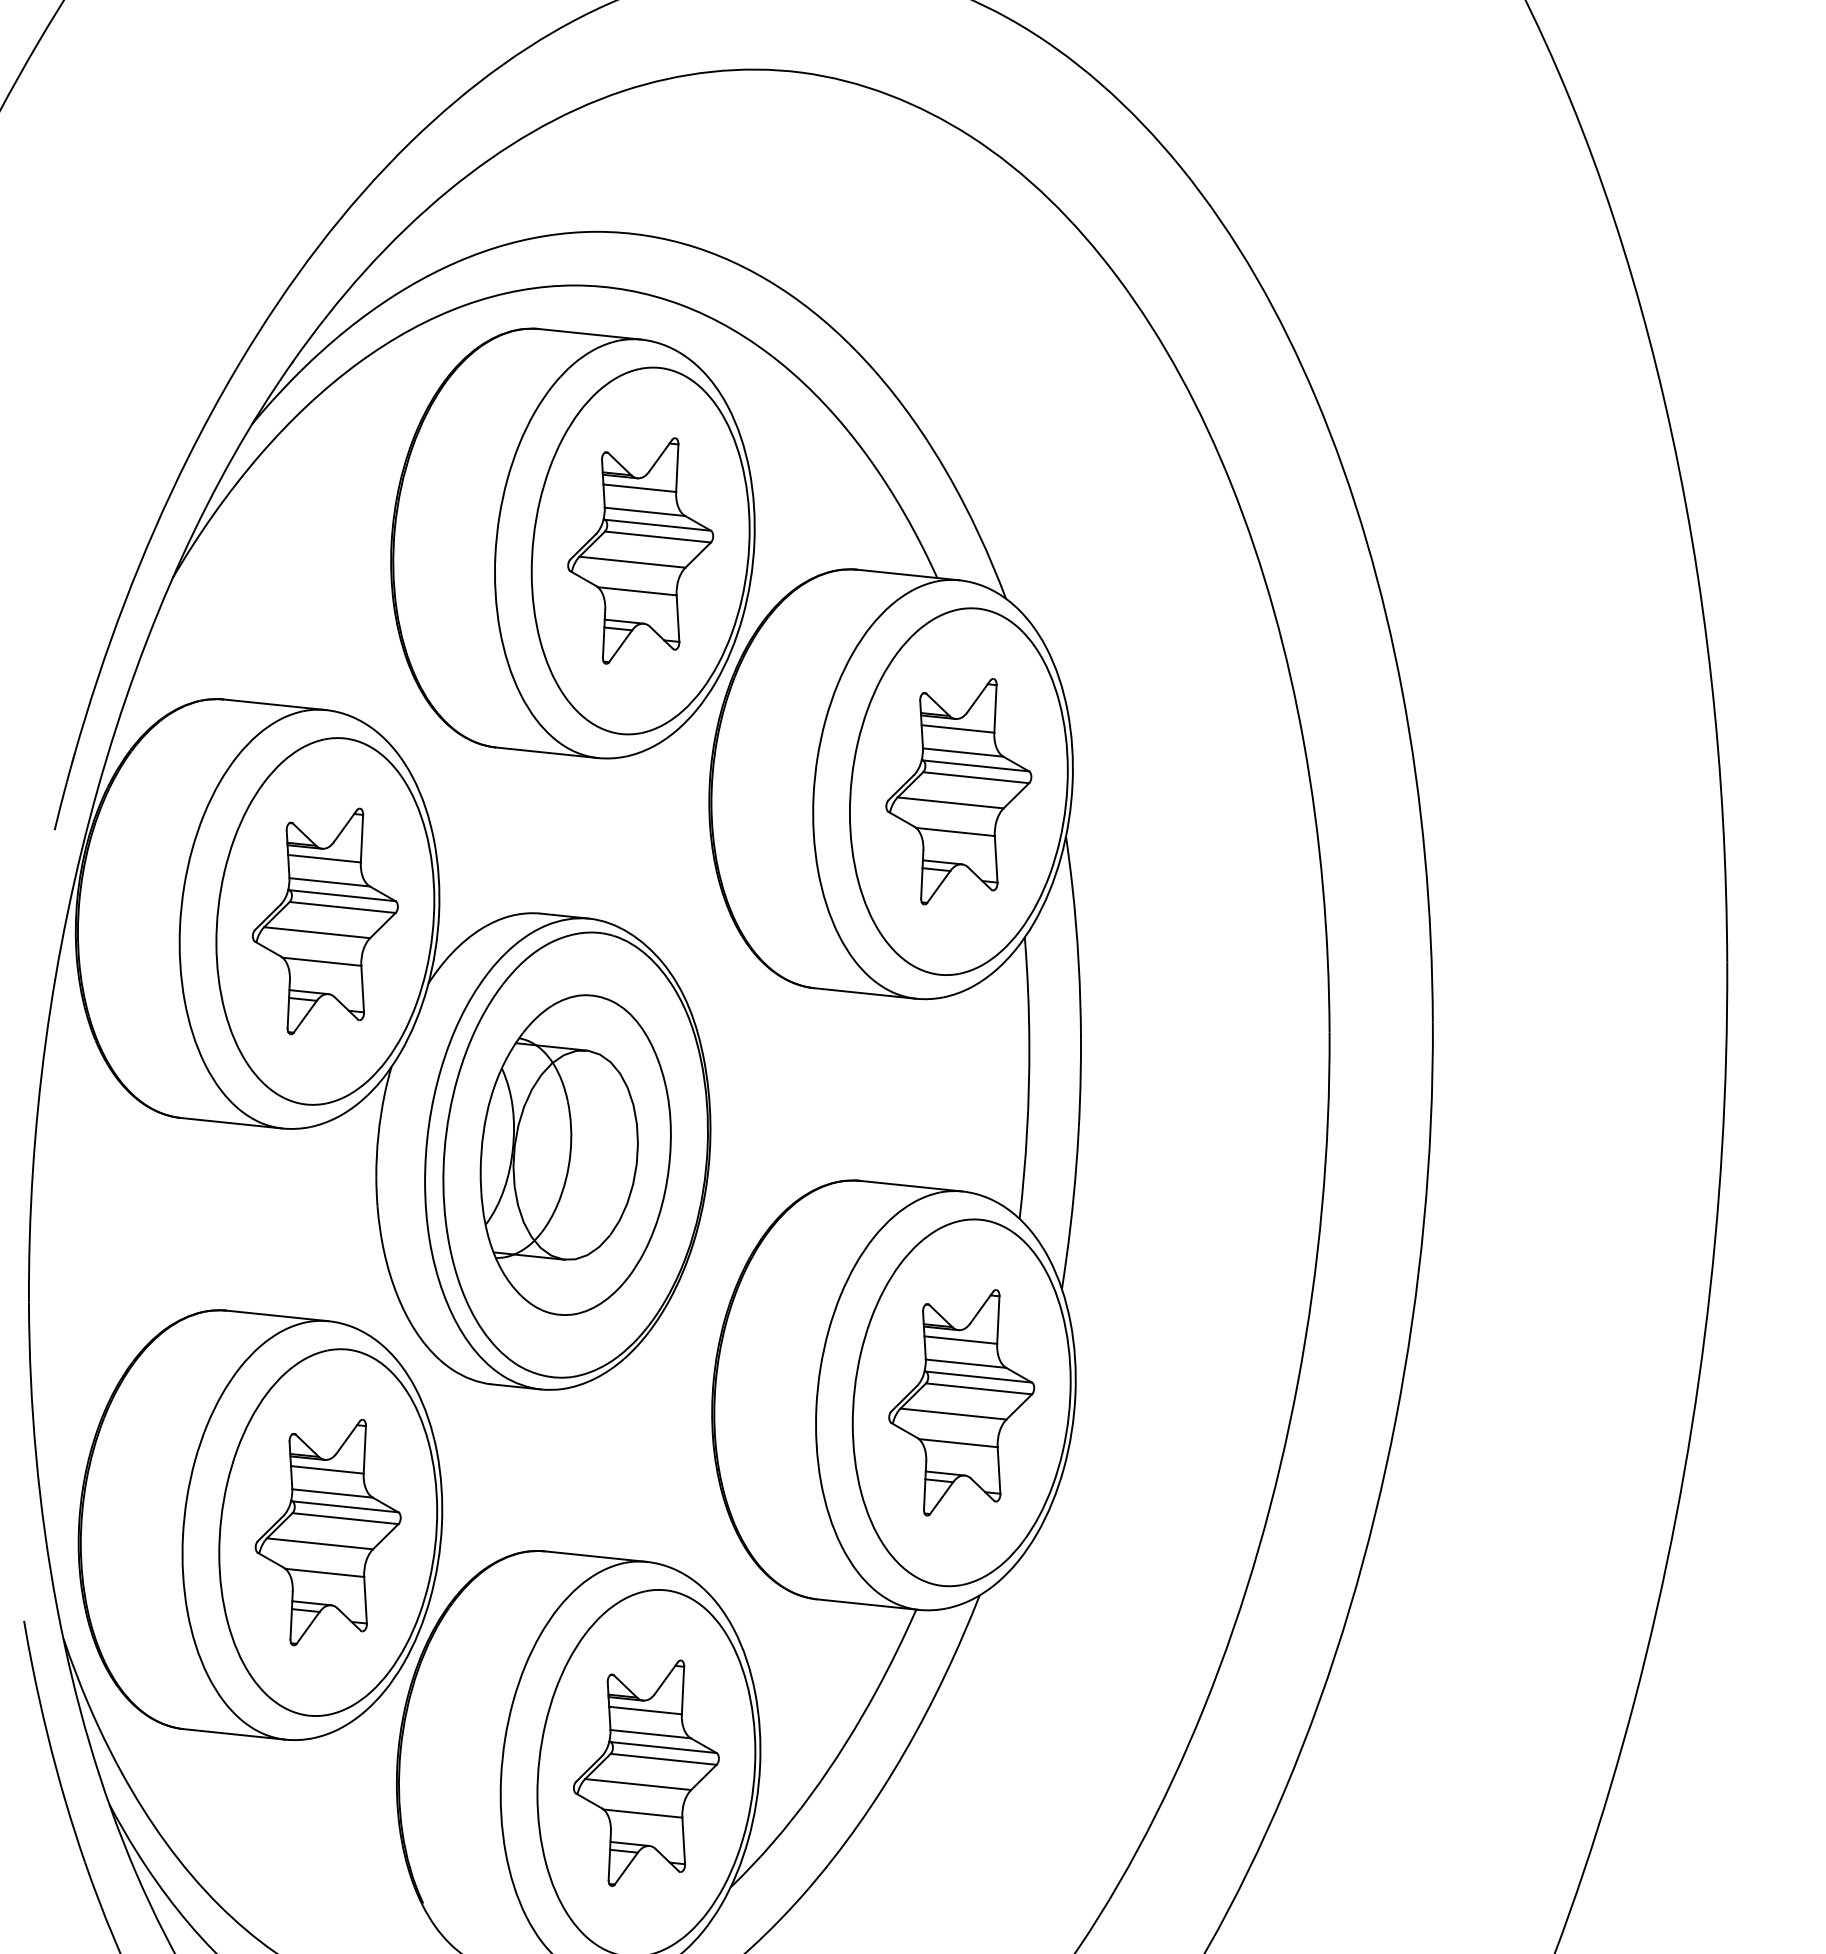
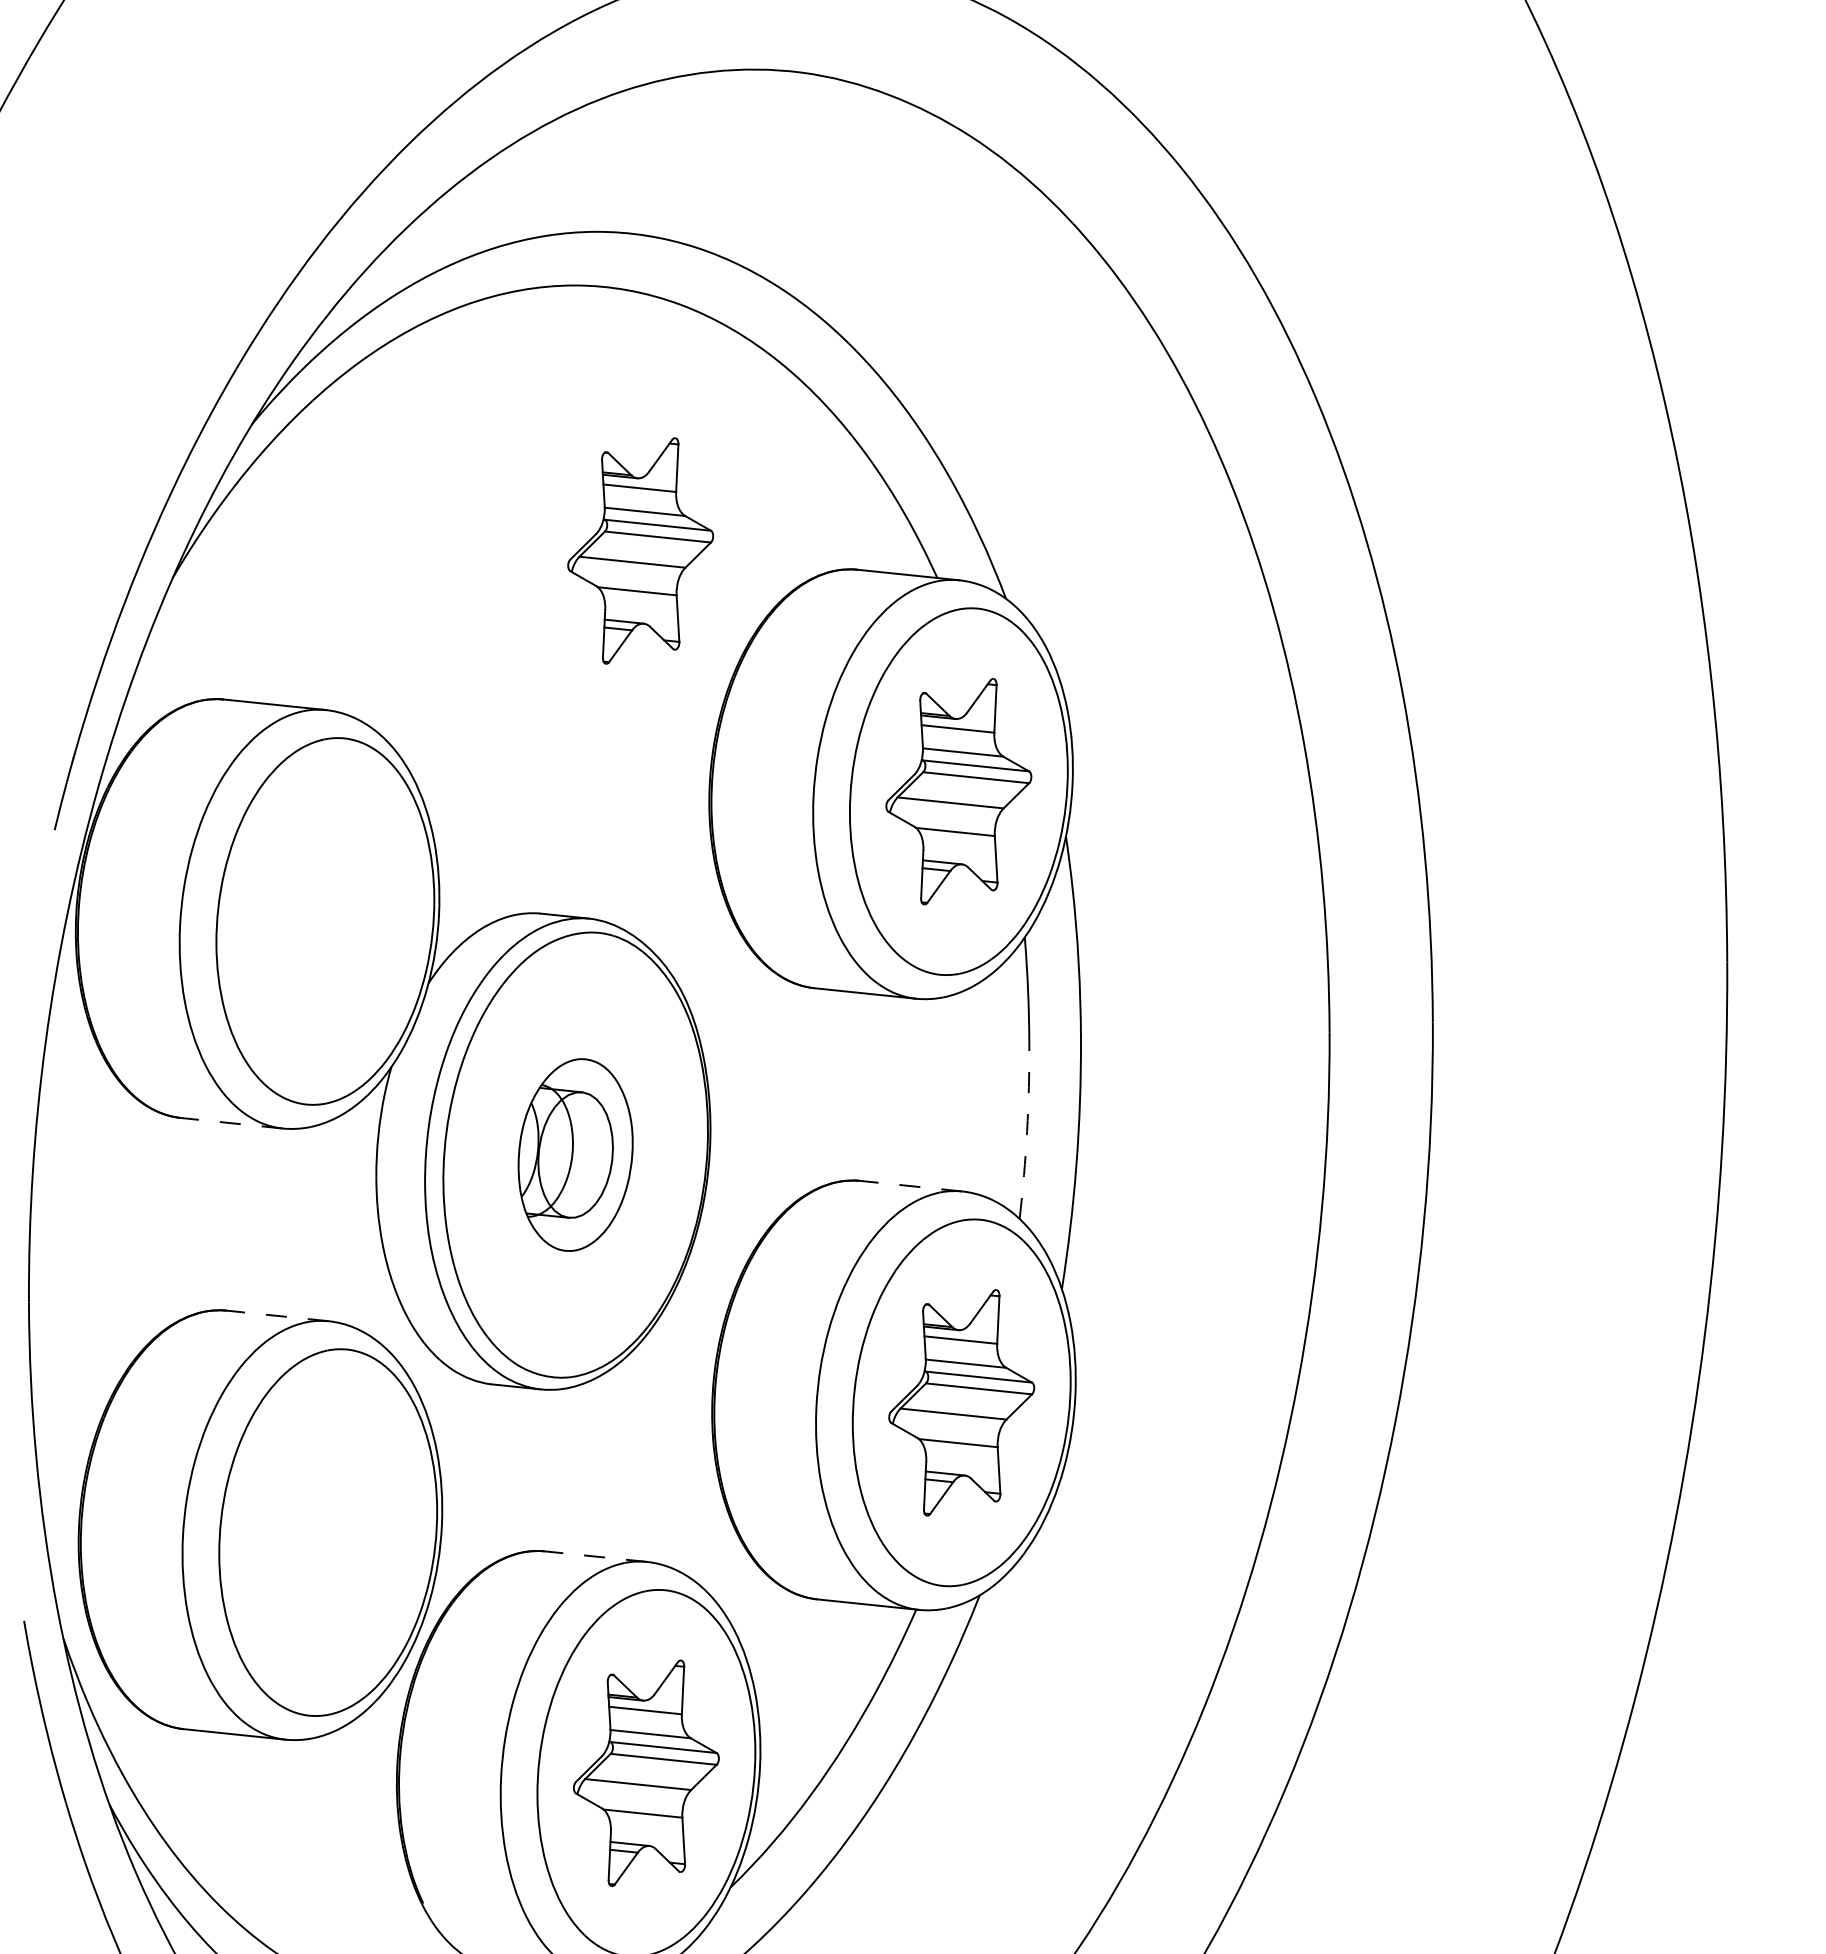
part at (572, 543): present -> none
part at (325, 921): present -> none
line at (231, 1123): solid -> dashed
arc at (1027, 1131): solid -> dashed
part at (575, 1154) size: 193x322 px -> 117x194 px
line at (910, 1186): solid -> dashed
line at (277, 1315): solid -> dashed
part at (327, 1532): present -> none
line at (595, 1556): solid -> dashed
